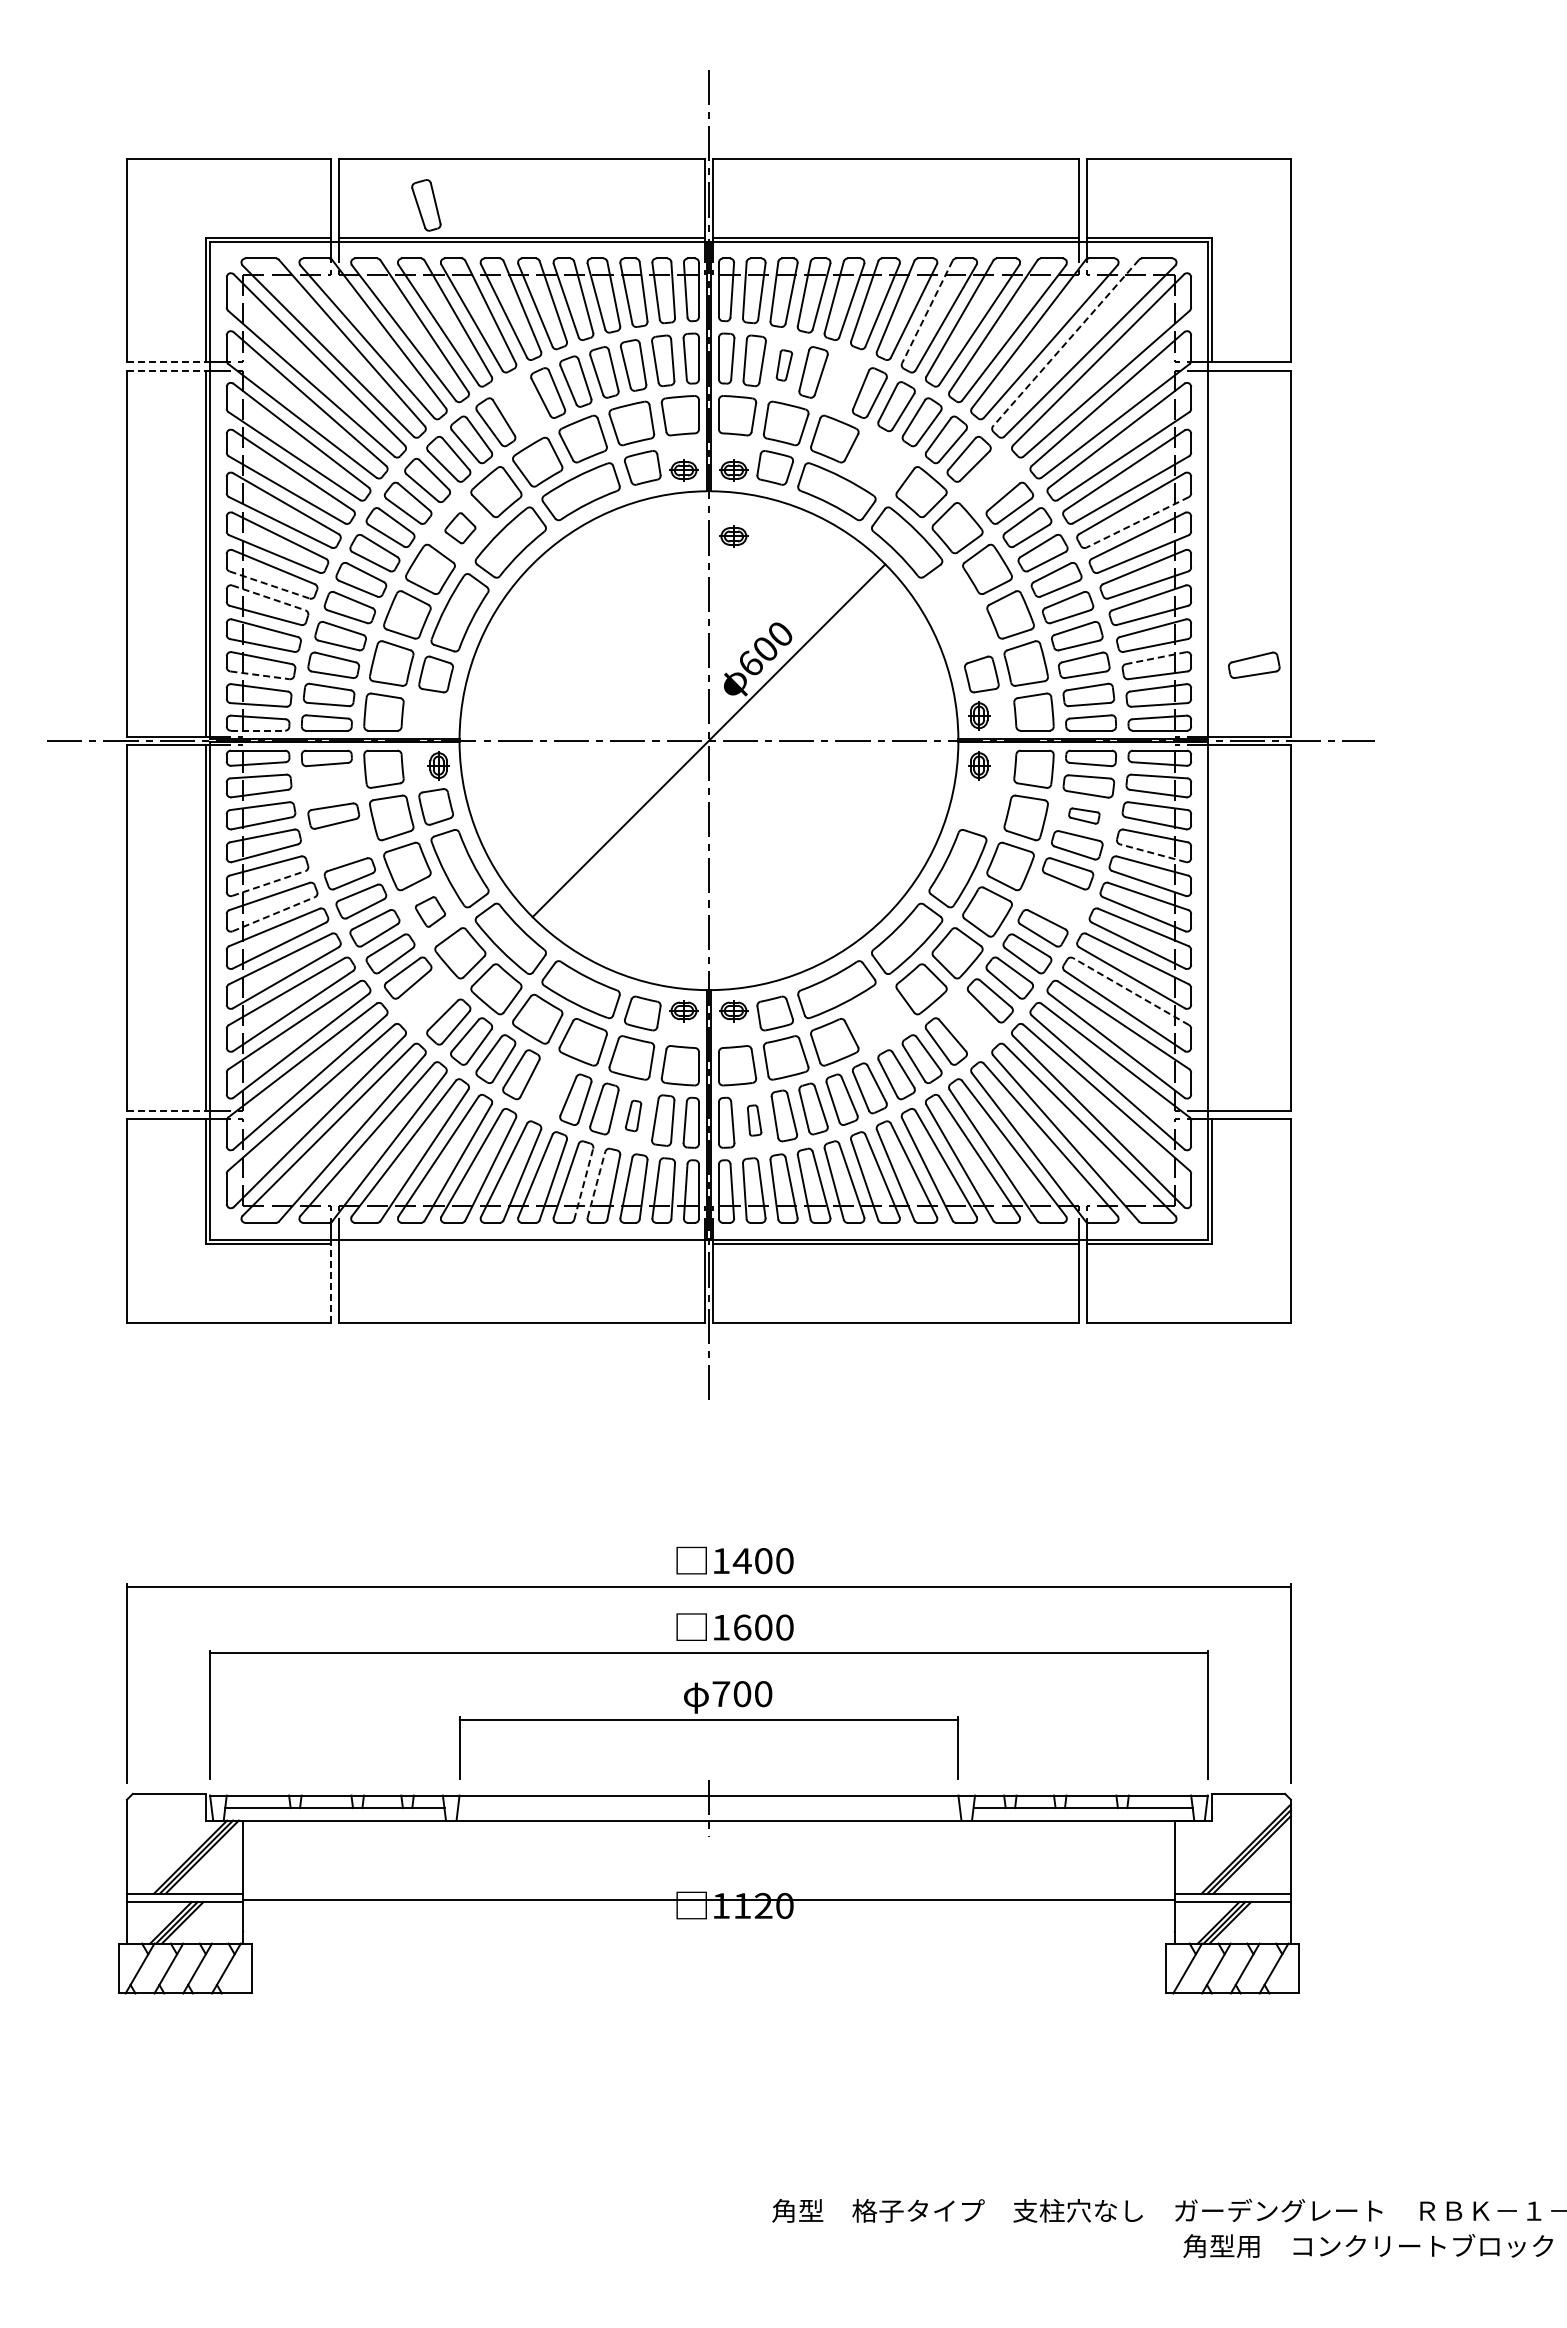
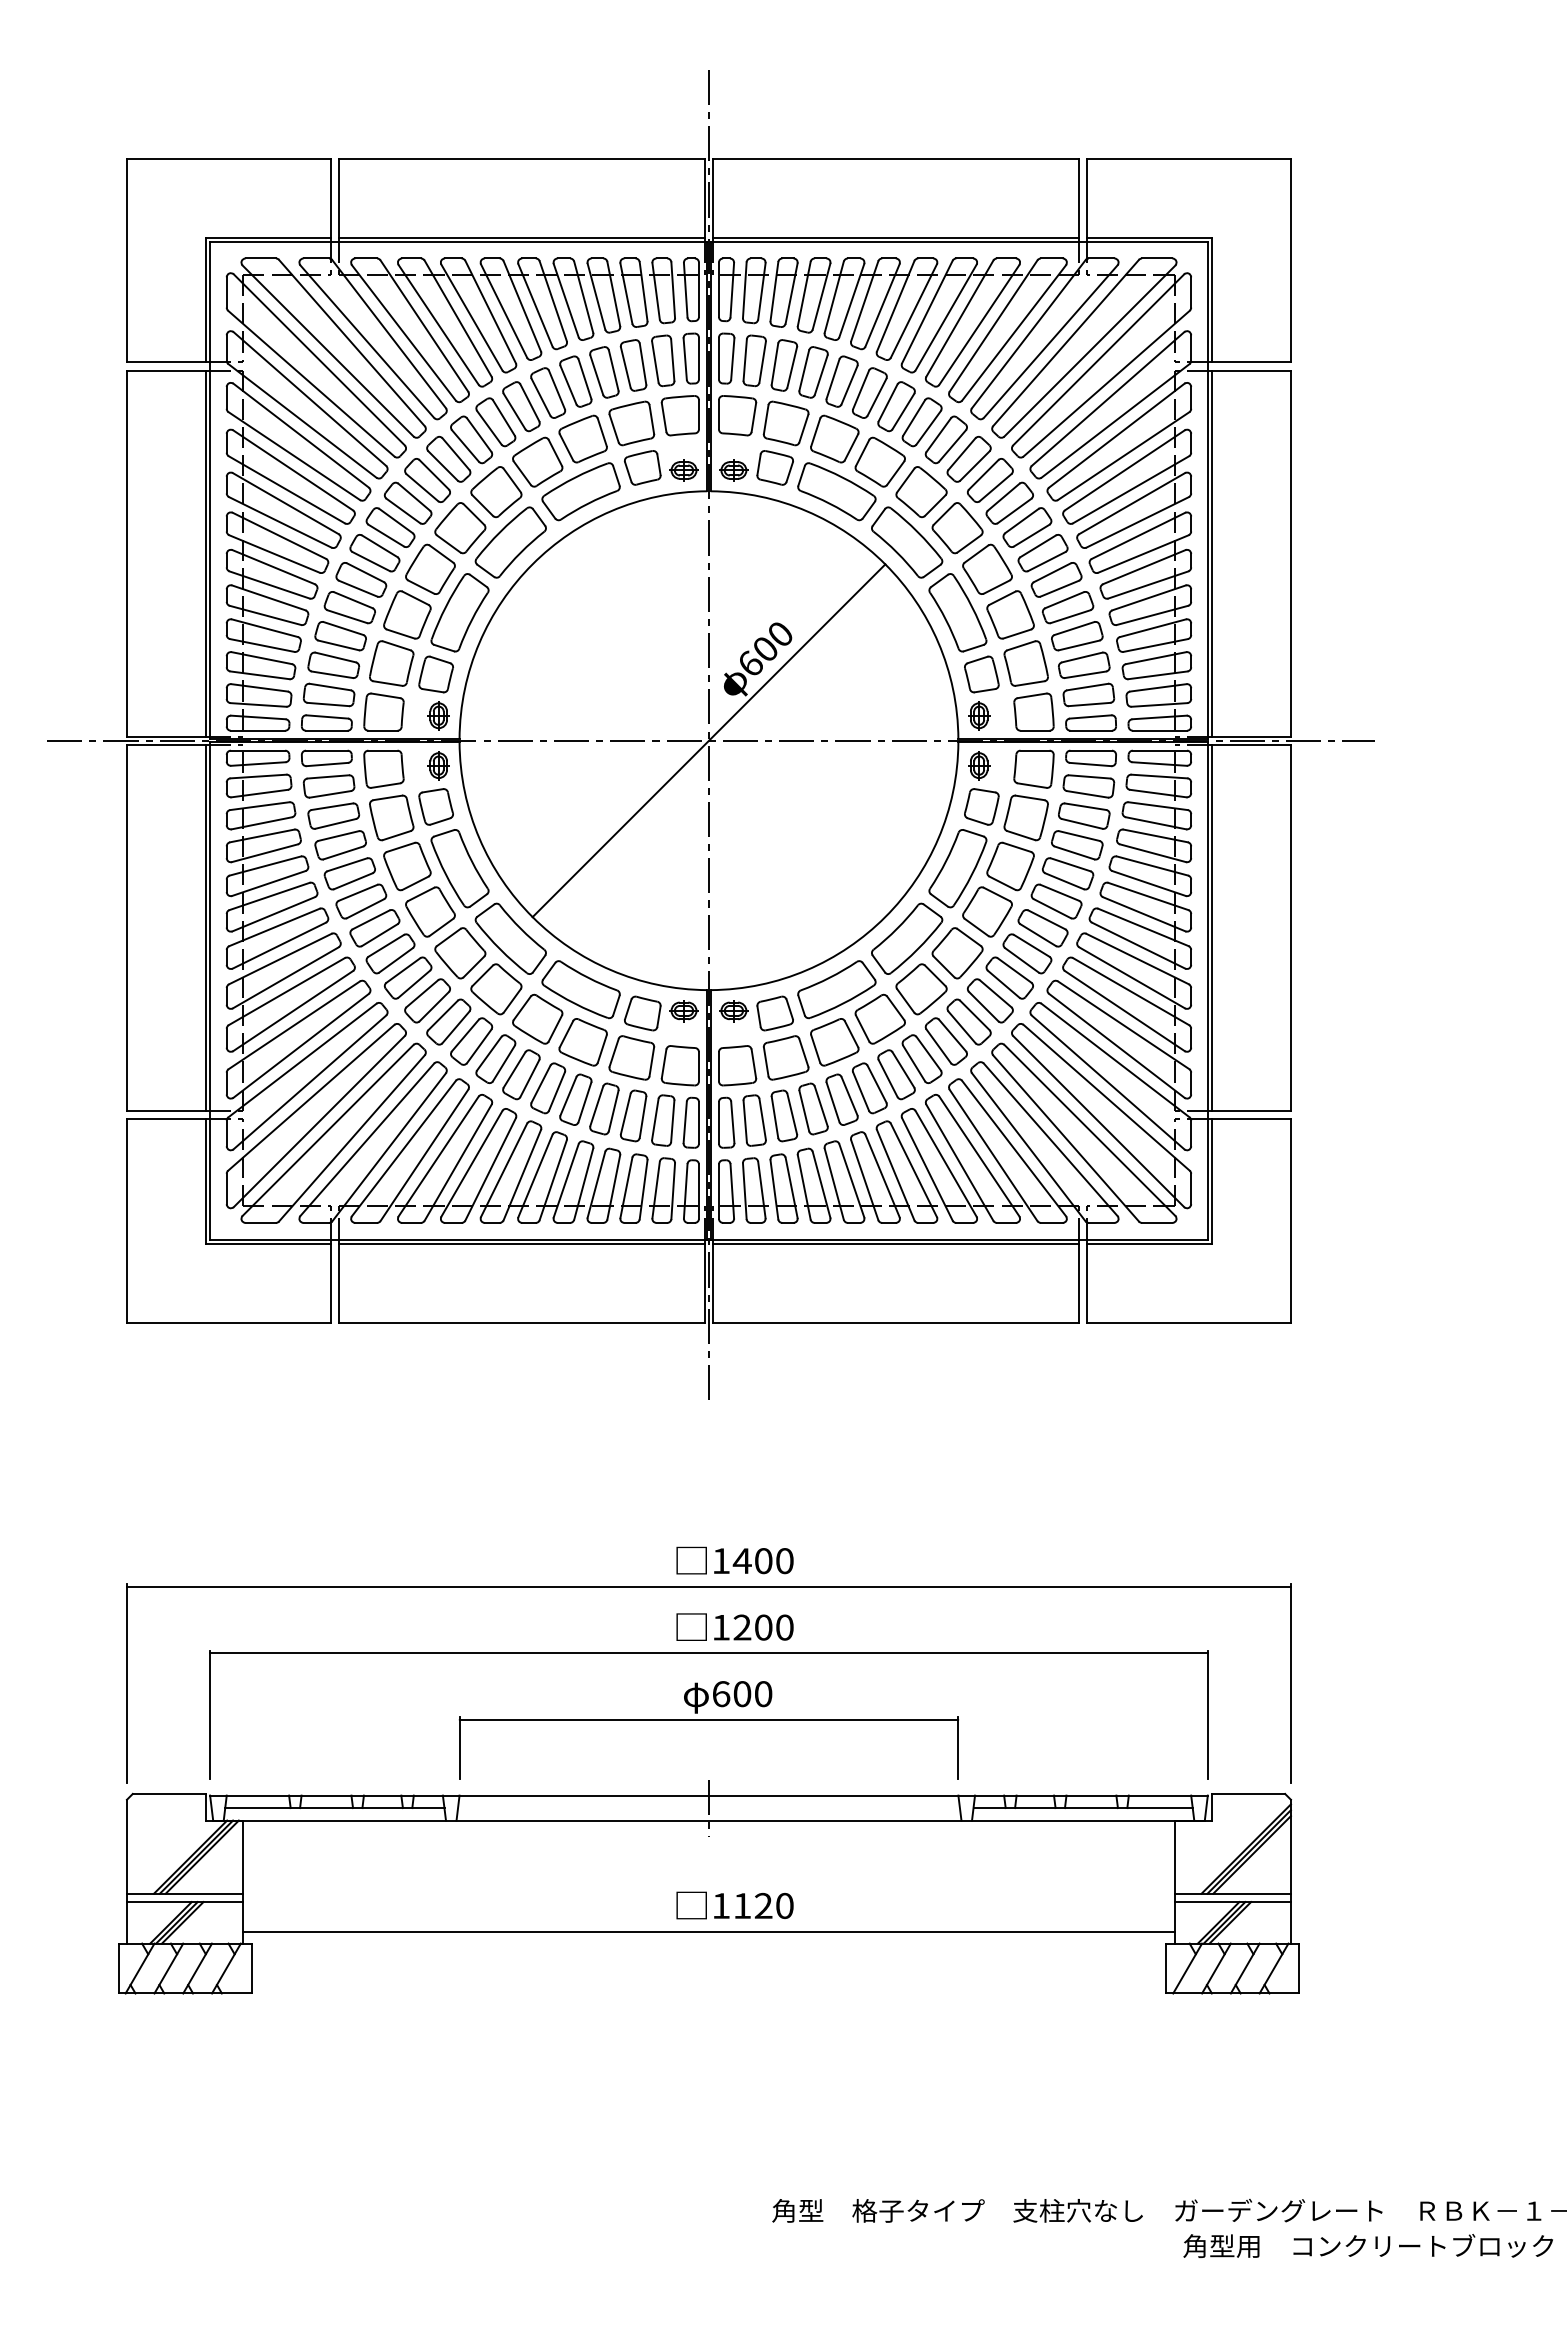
part at (426, 205): present -> none
line at (927, 312): dashed -> solid
line at (1066, 343): dashed -> solid
line at (168, 362): dashed -> solid
part at (783, 365) size: 18x33 px -> 29x53 px
line at (168, 370): dashed -> solid
part at (841, 381): none -> present
part at (521, 406): none -> present
part at (879, 461): none -> present
part at (990, 480): none -> present
line at (1137, 522): dashed -> solid
part at (460, 528) size: 33x33 px -> 53x53 px
part at (733, 536): present -> none
line at (1211, 553): none -> present
line at (270, 585): dashed -> solid
line at (268, 597): dashed -> solid
part at (957, 612): none -> present
line at (1156, 658): dashed -> solid
part at (1254, 664): present -> none
line at (259, 675): dashed -> solid
part at (438, 715): none -> present
line at (258, 730): dashed -> solid
part at (328, 786): none -> present
part at (981, 806): none -> present
part at (1084, 815) size: 33x18 px -> 53x28 px
part at (340, 845): none -> present
line at (1152, 853): dashed -> solid
line at (268, 883): dashed -> solid
part at (1056, 901): none -> present
part at (430, 911) size: 33x32 px -> 51x52 px
line at (273, 914): dashed -> solid
line at (1211, 927): none -> present
line at (1130, 991): dashed -> solid
part at (427, 1000): none -> present
part at (879, 1018): none -> present
part at (968, 1021): none -> present
part at (548, 1088): none -> present
line at (168, 1110): dashed -> solid
part at (633, 1115) size: 18x34 px -> 29x54 px
part at (754, 1120) size: 16x33 px -> 25x53 px
line at (583, 1184): dashed -> solid
line at (596, 1184): dashed -> solid
line at (521, 1243): none -> present
line at (330, 1281): dashed -> solid
text at (742, 1627): 1600 -> 1200
text at (721, 1694): 700 -> 600
line at (708, 1899) position: (708, 1899) -> (708, 1931)
